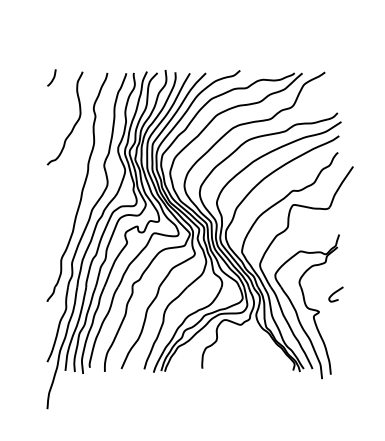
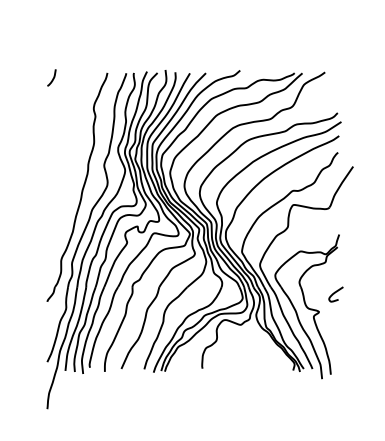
curve at (73, 125): present -> none
